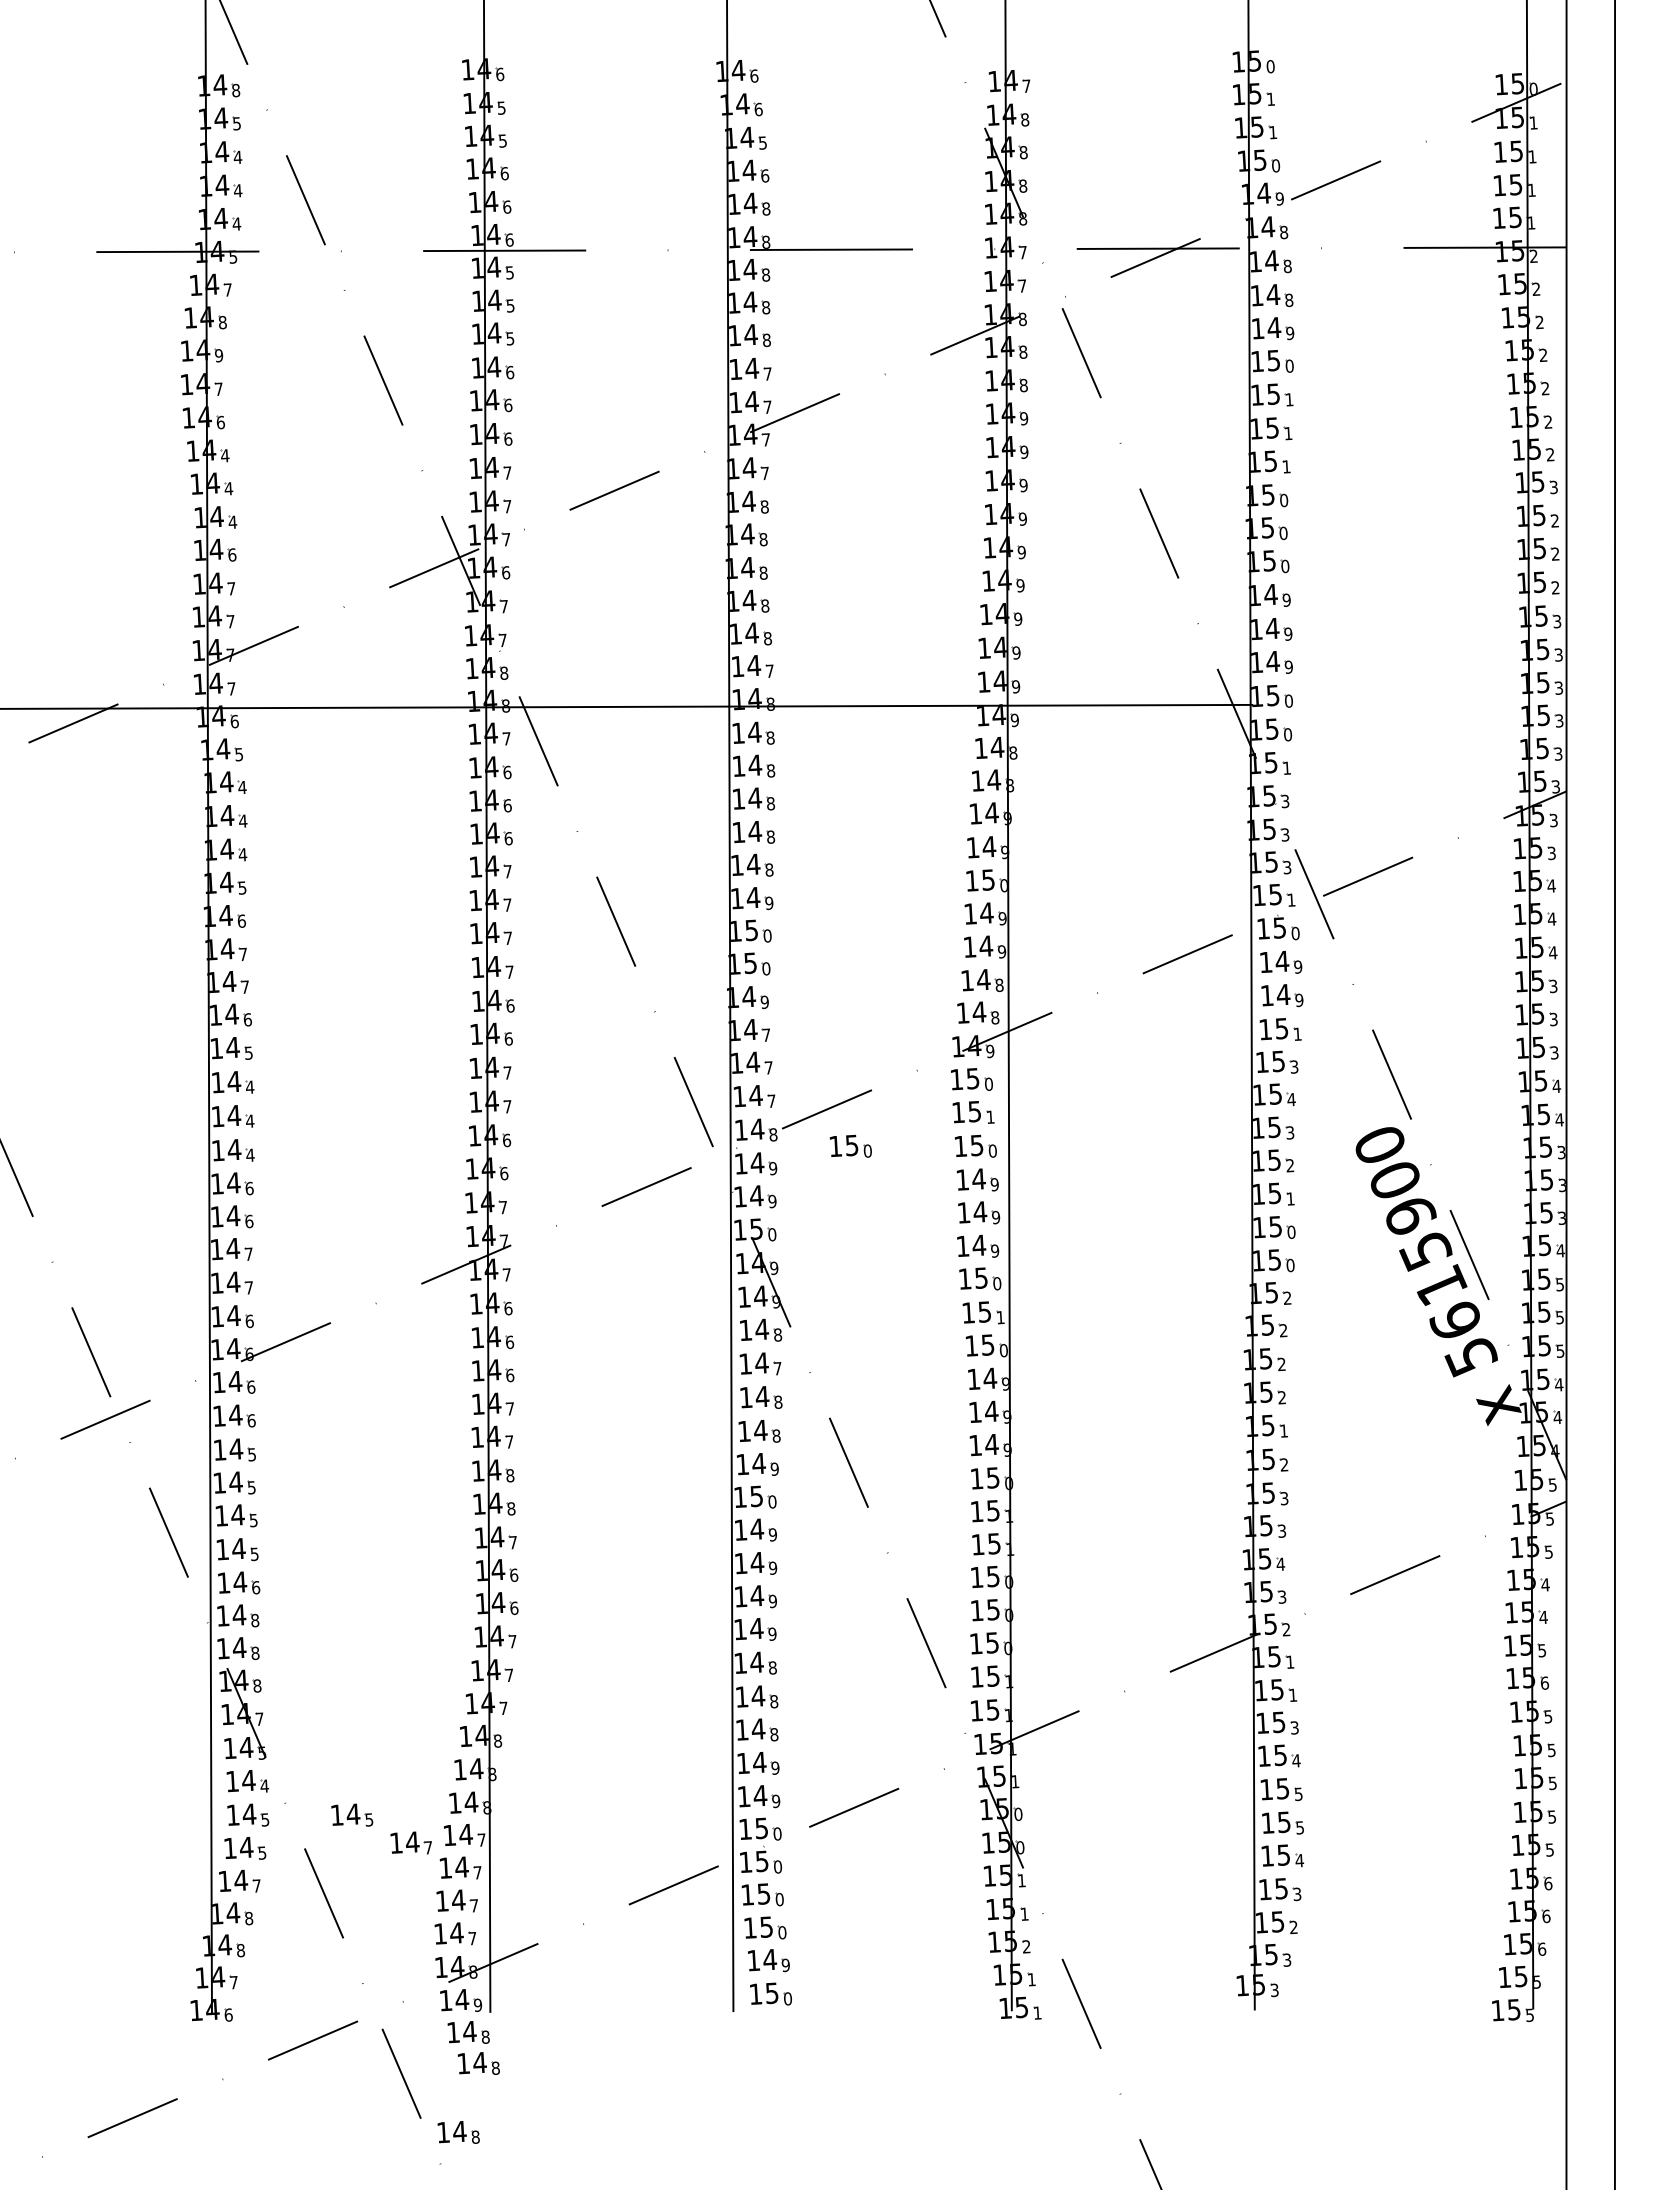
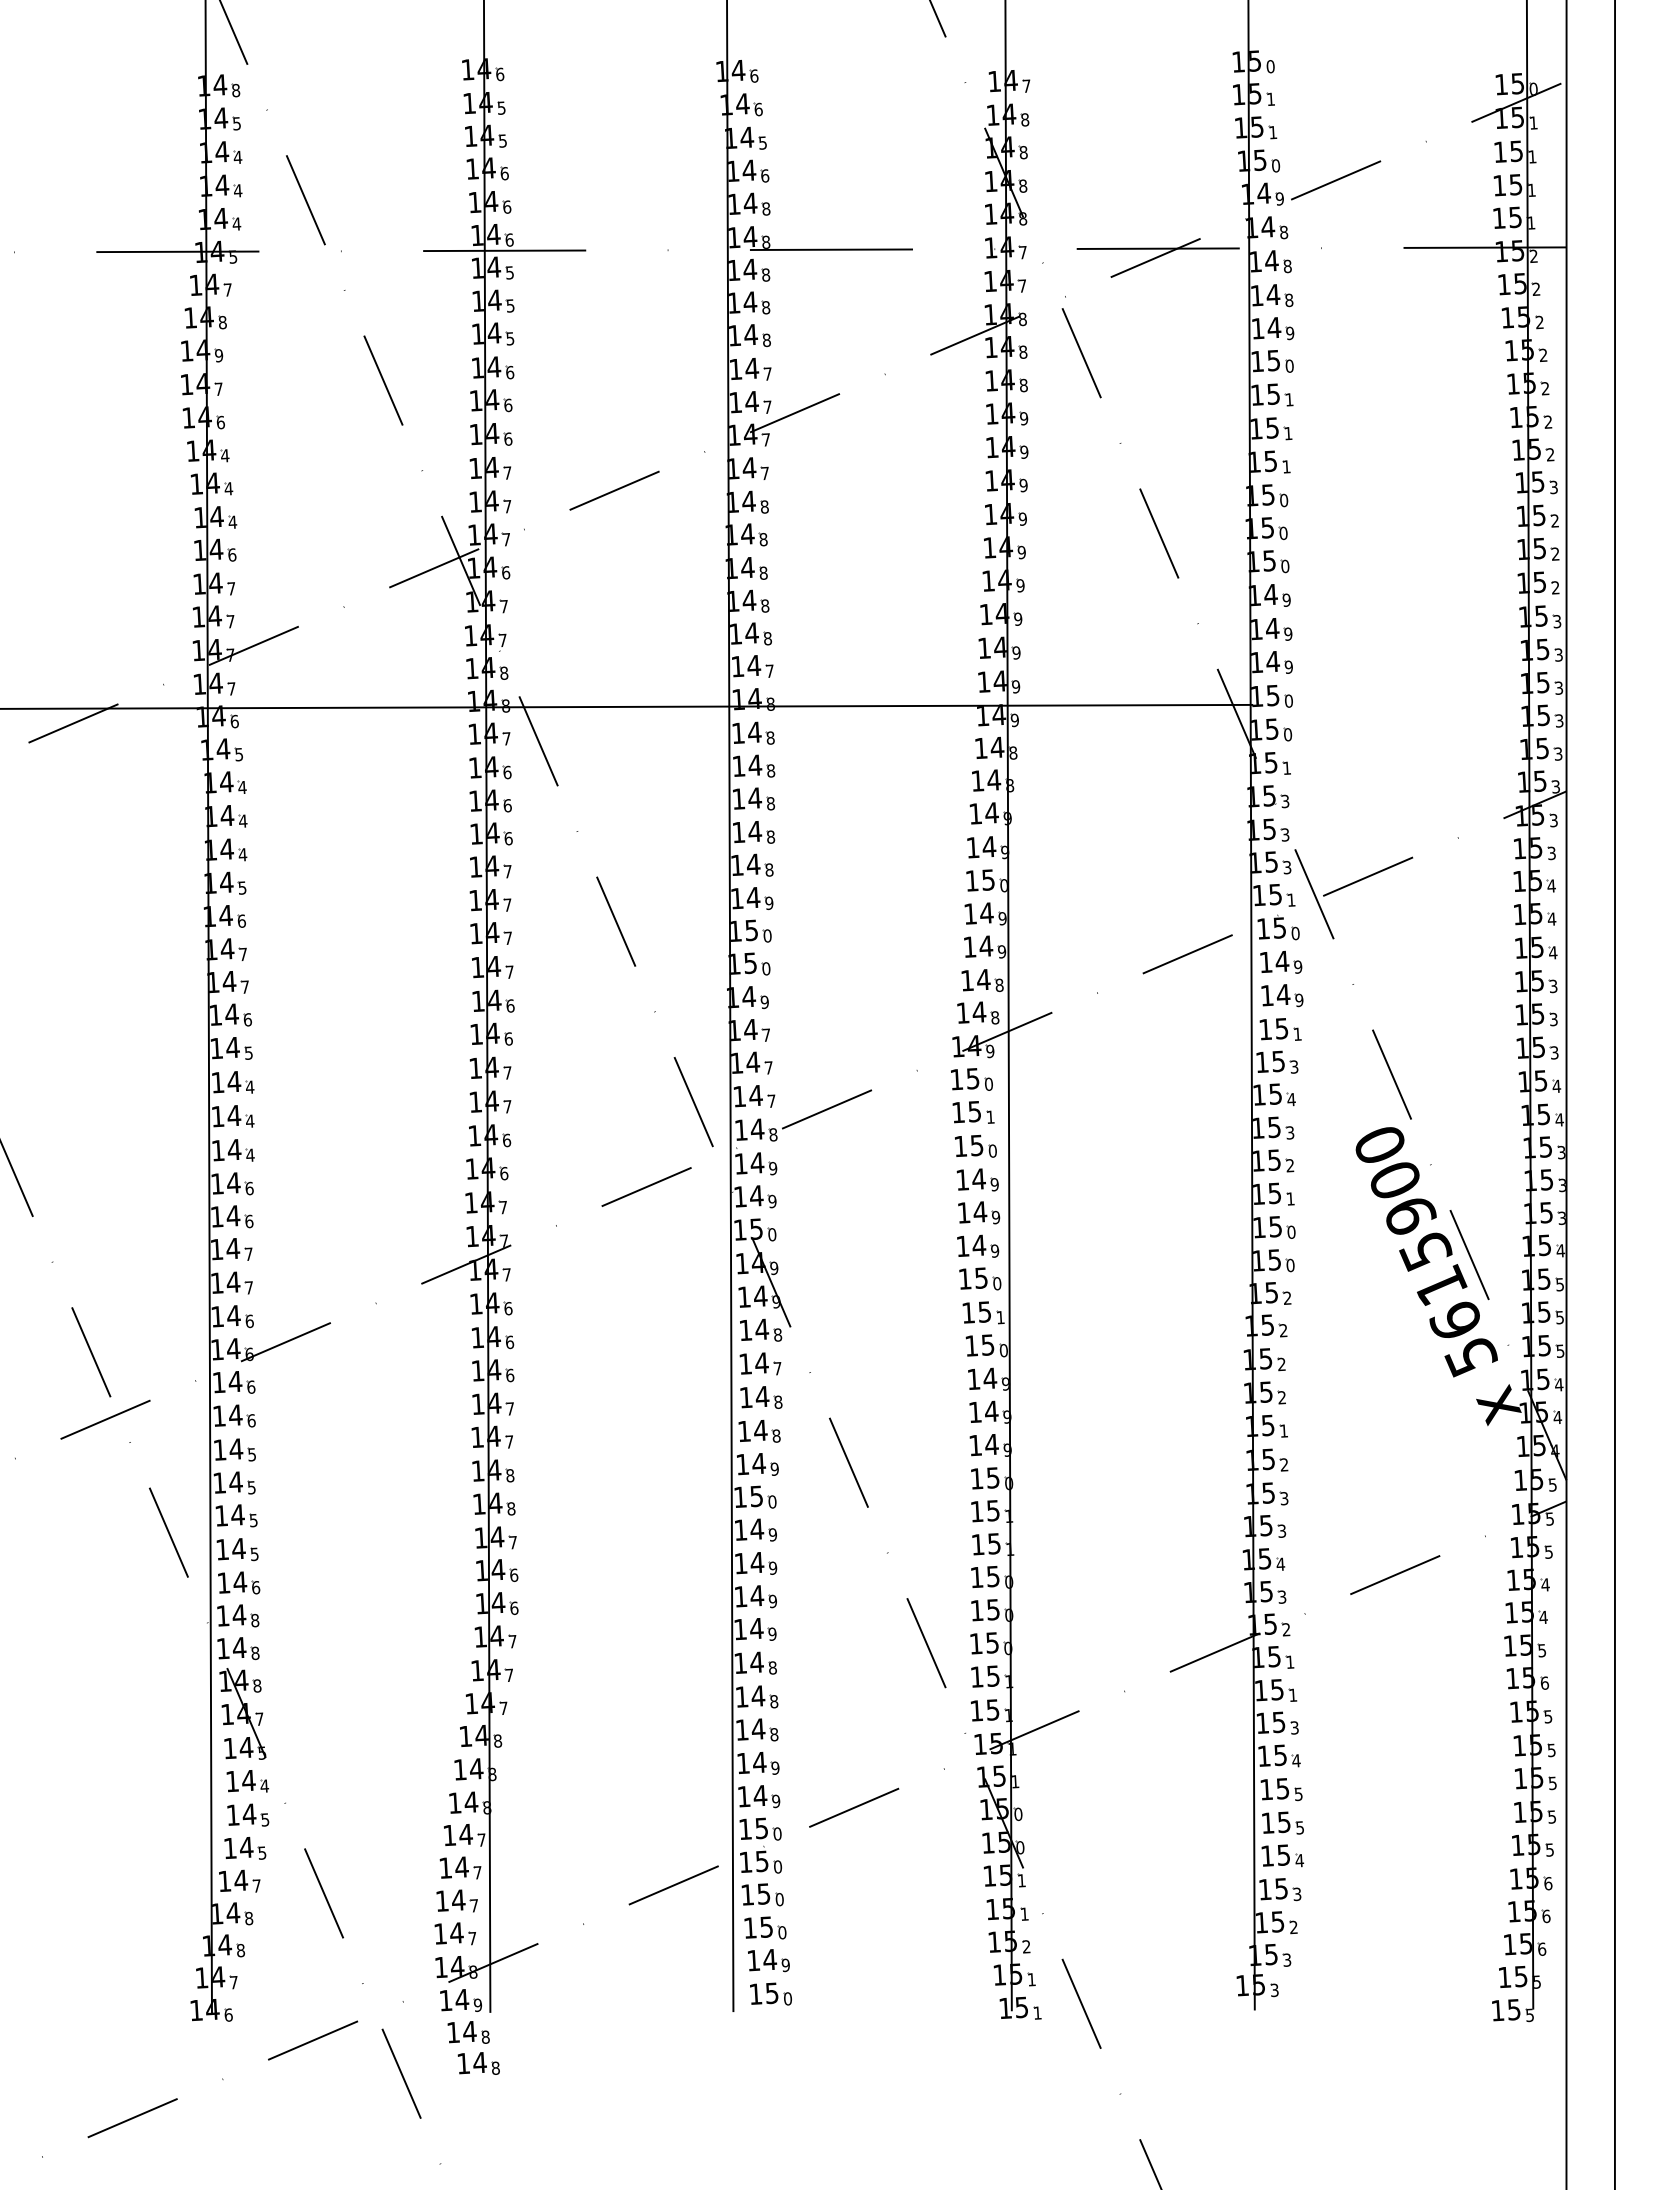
part at (850, 1145): present -> none
part at (352, 1814): present -> none
part at (410, 1842): present -> none
part at (458, 2132): present -> none
